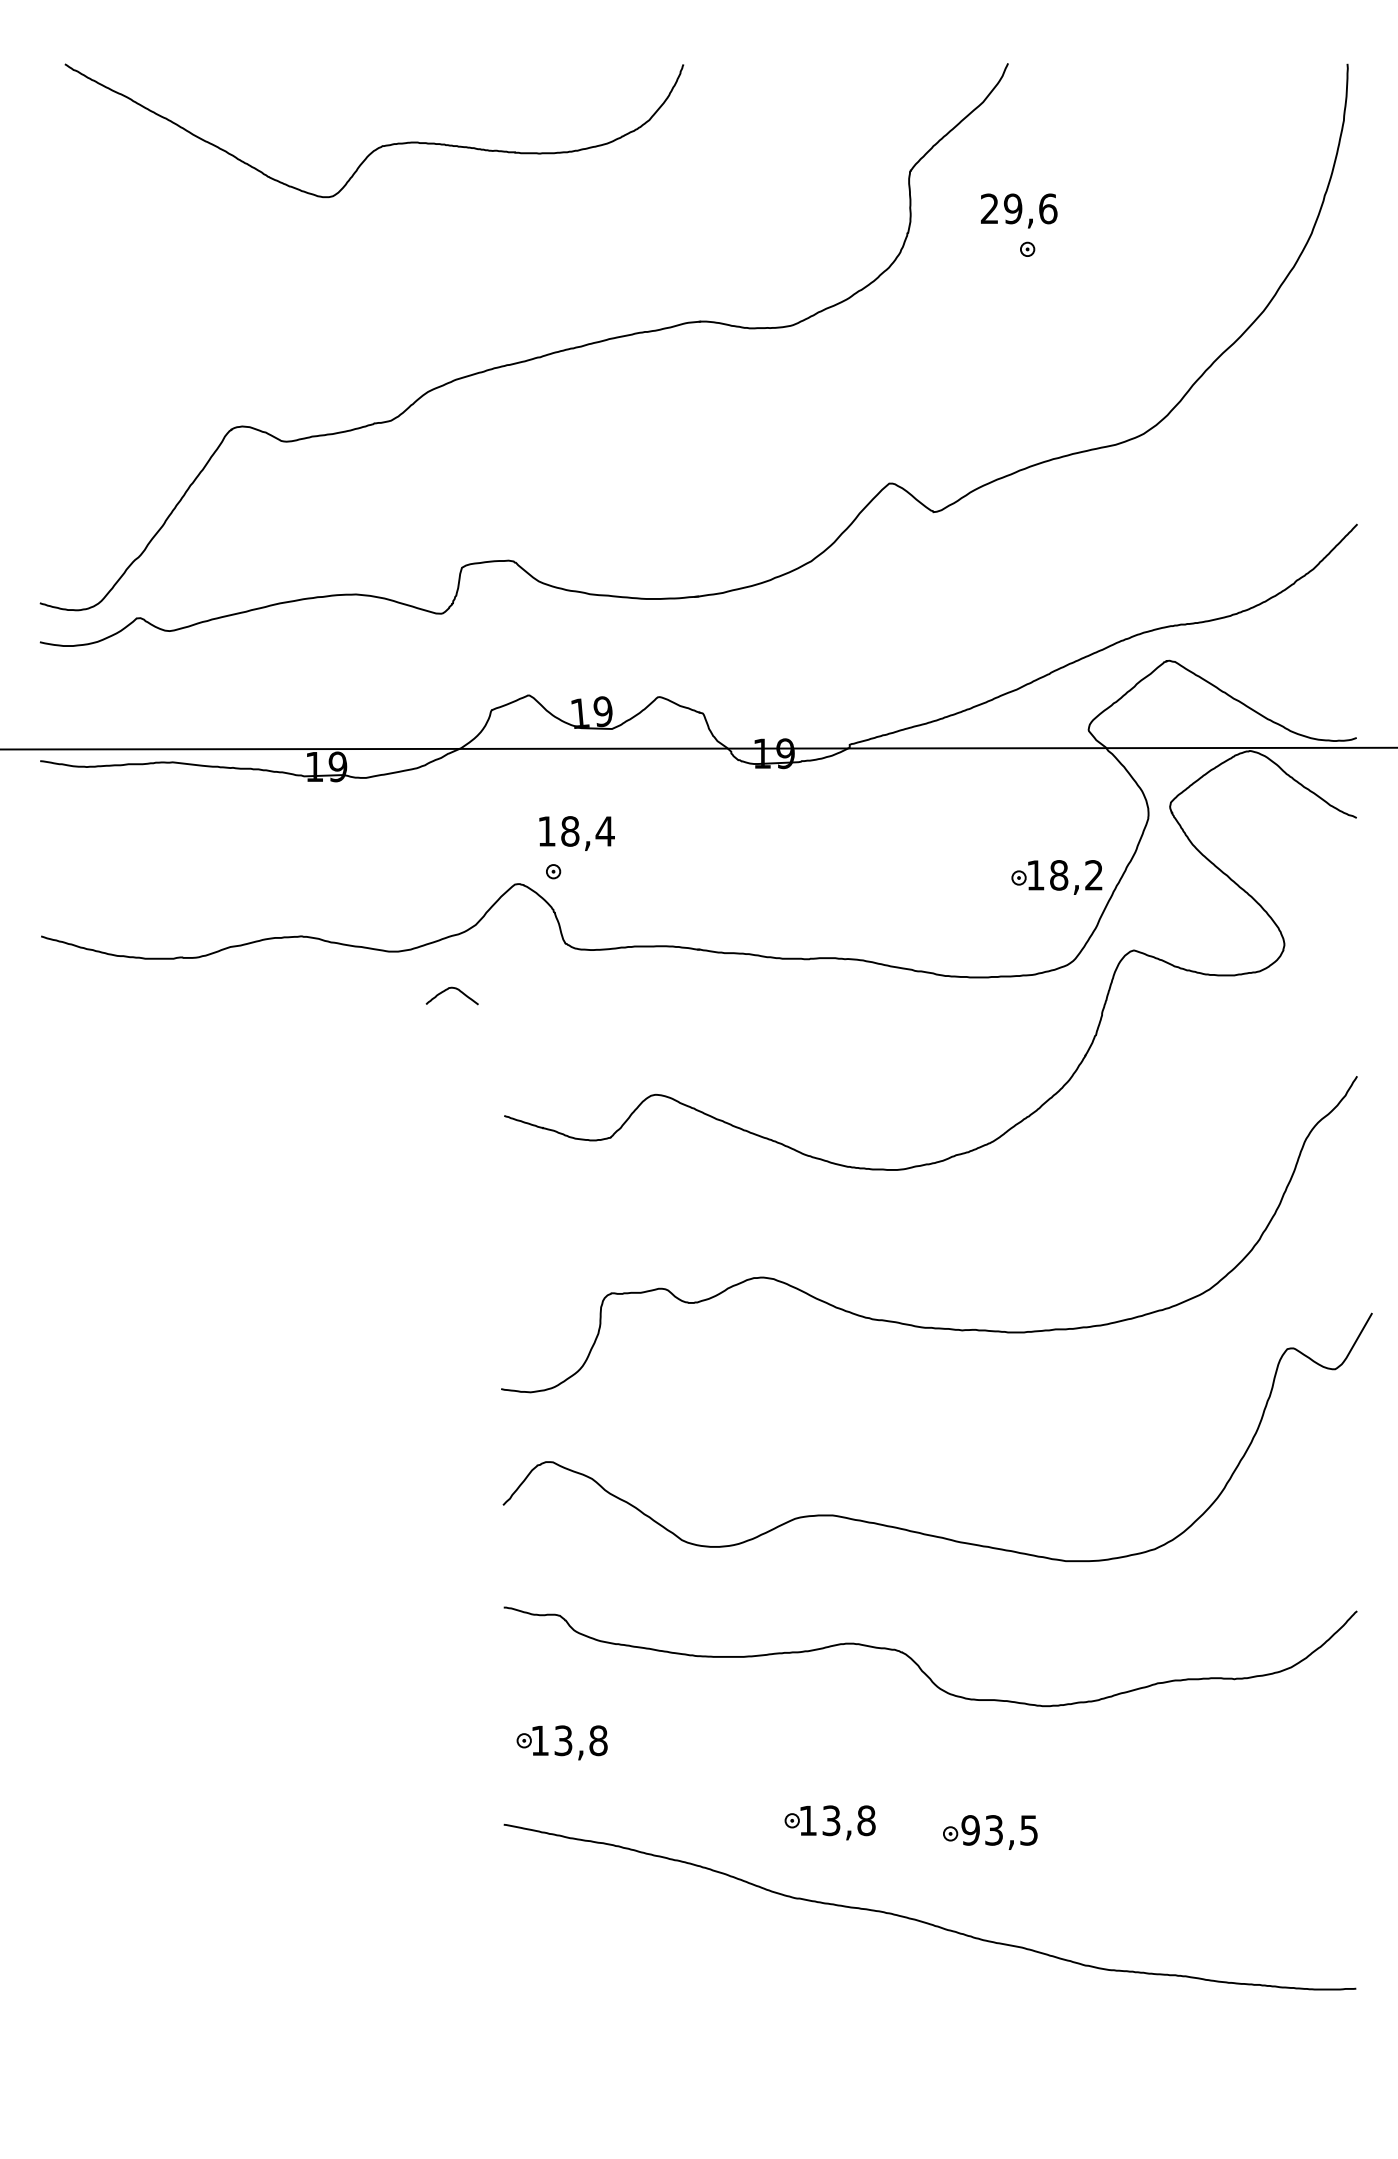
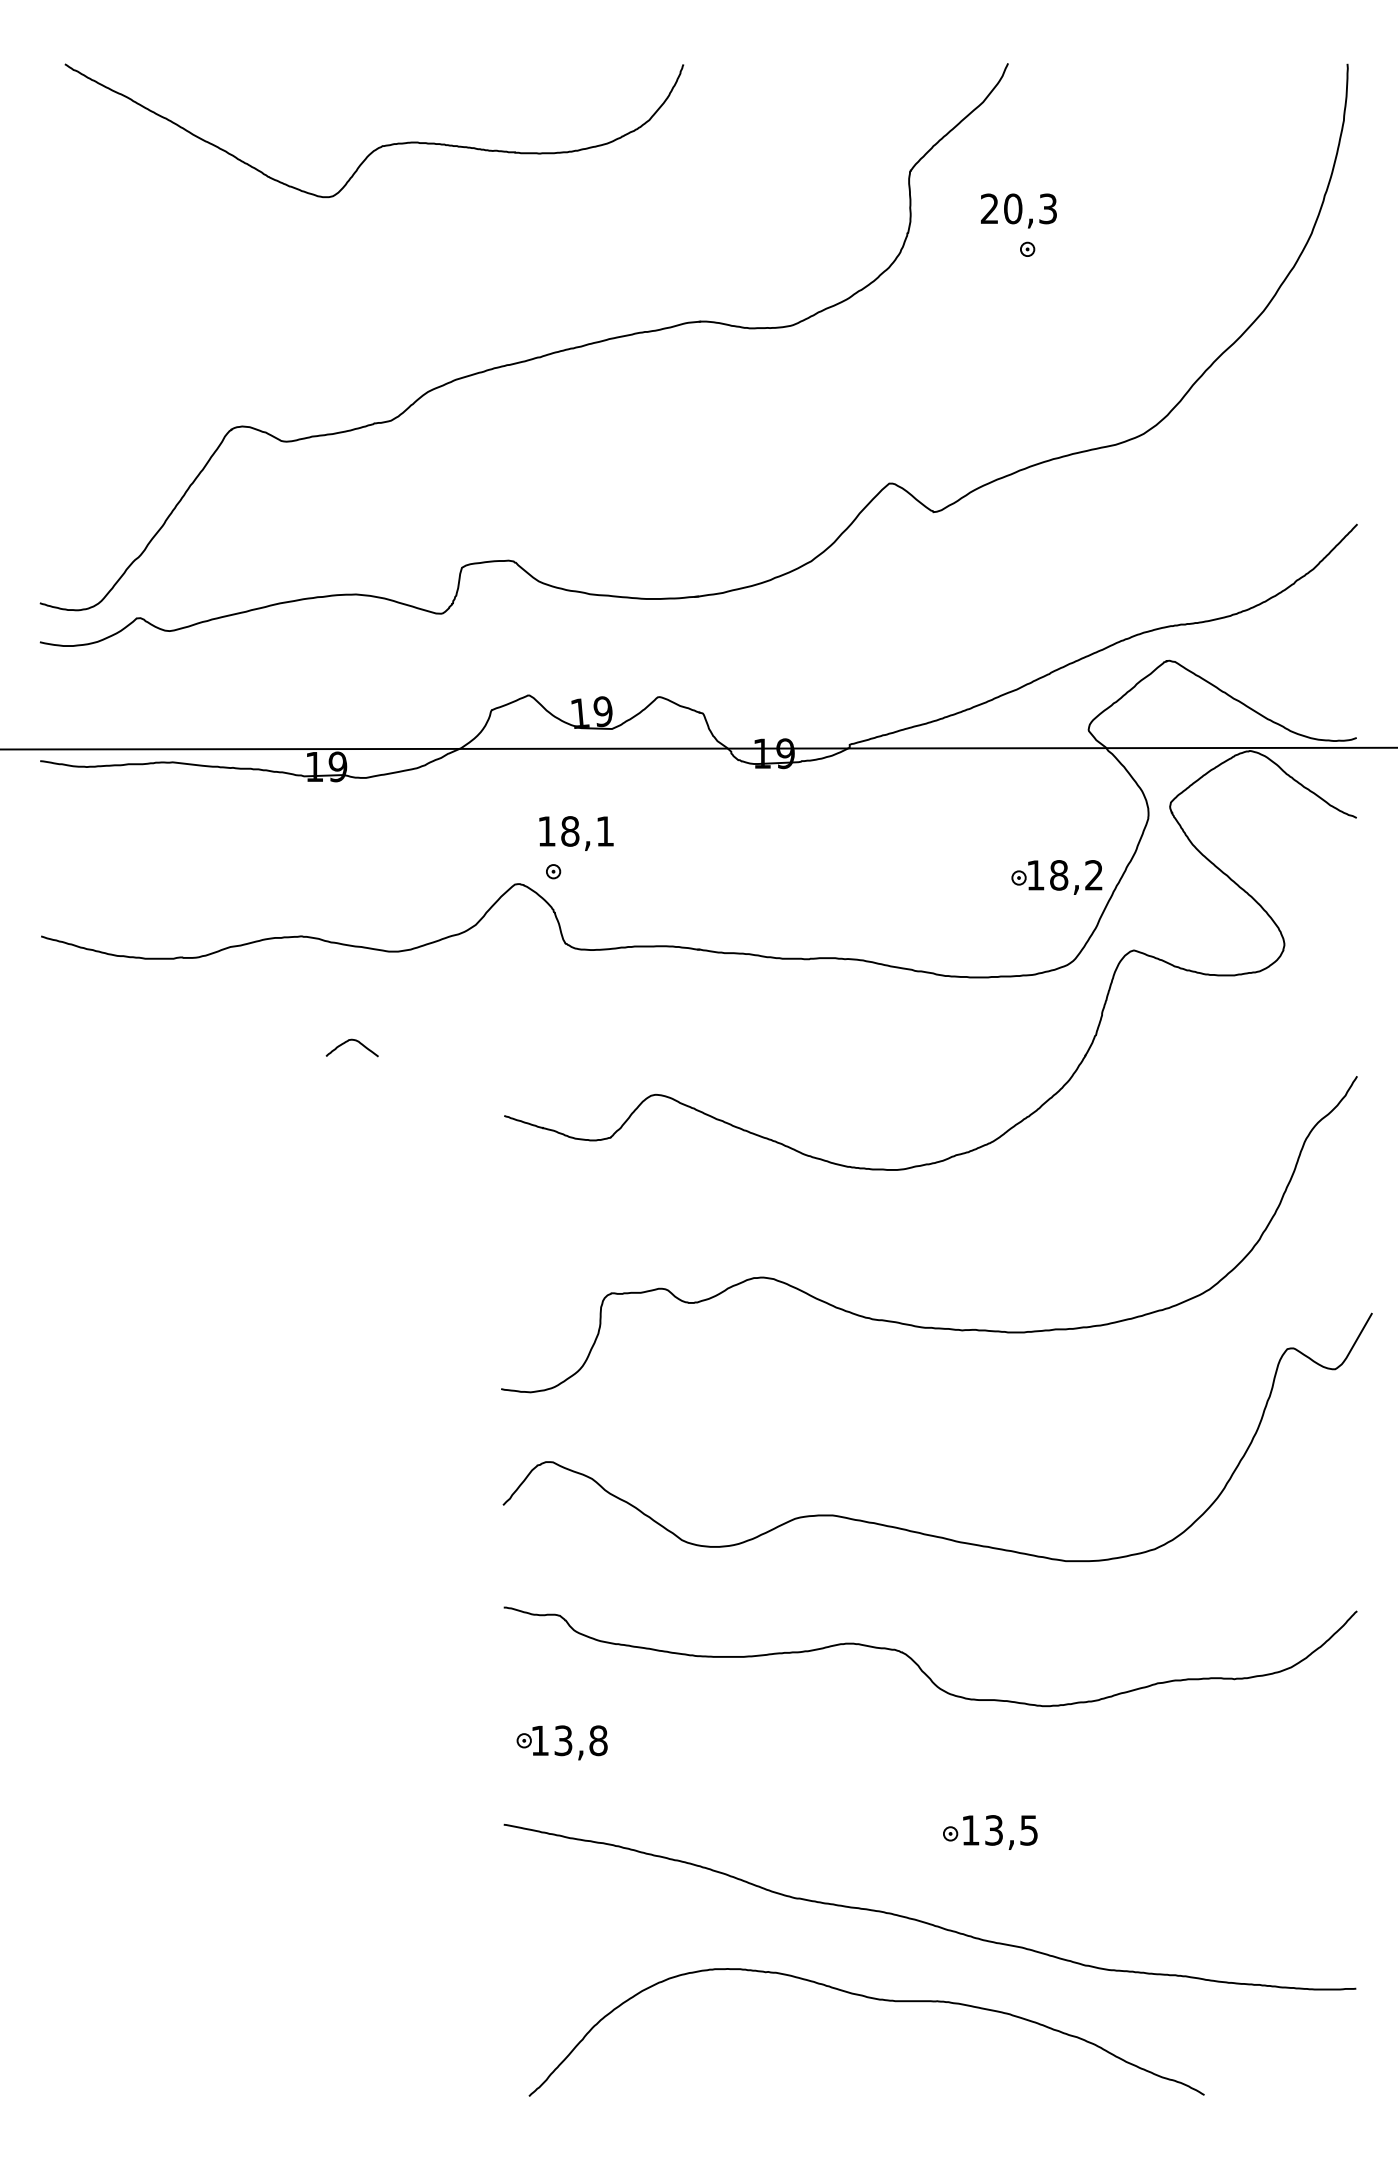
text at (1030, 208): 29,6 -> 20,3
text at (604, 831): 18,4 -> 18,1
curve at (447, 990) position: (447, 990) -> (347, 1042)
part at (829, 1822): present -> none
text at (970, 1830): 93,5 -> 13,5
curve at (872, 1999): none -> present
